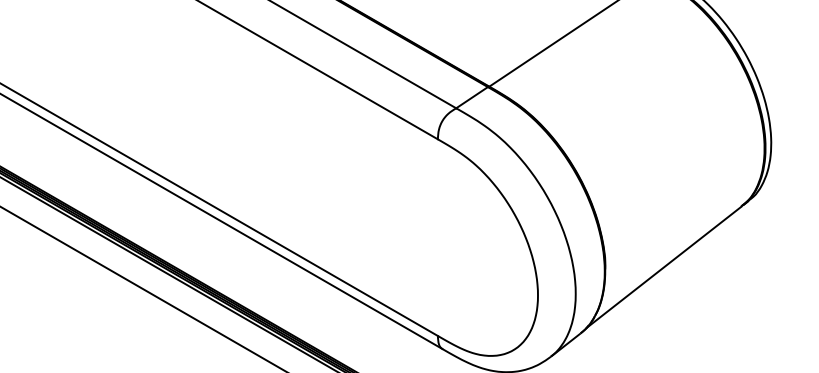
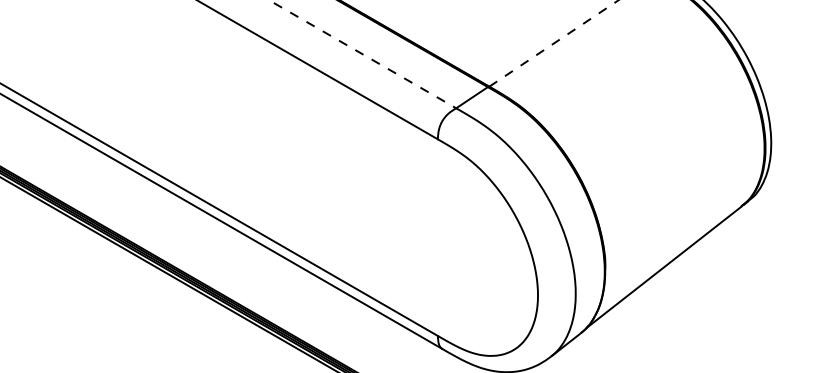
line at (553, 43): solid -> dashed
line at (362, 54): solid -> dashed
line at (142, 288): present -> none
